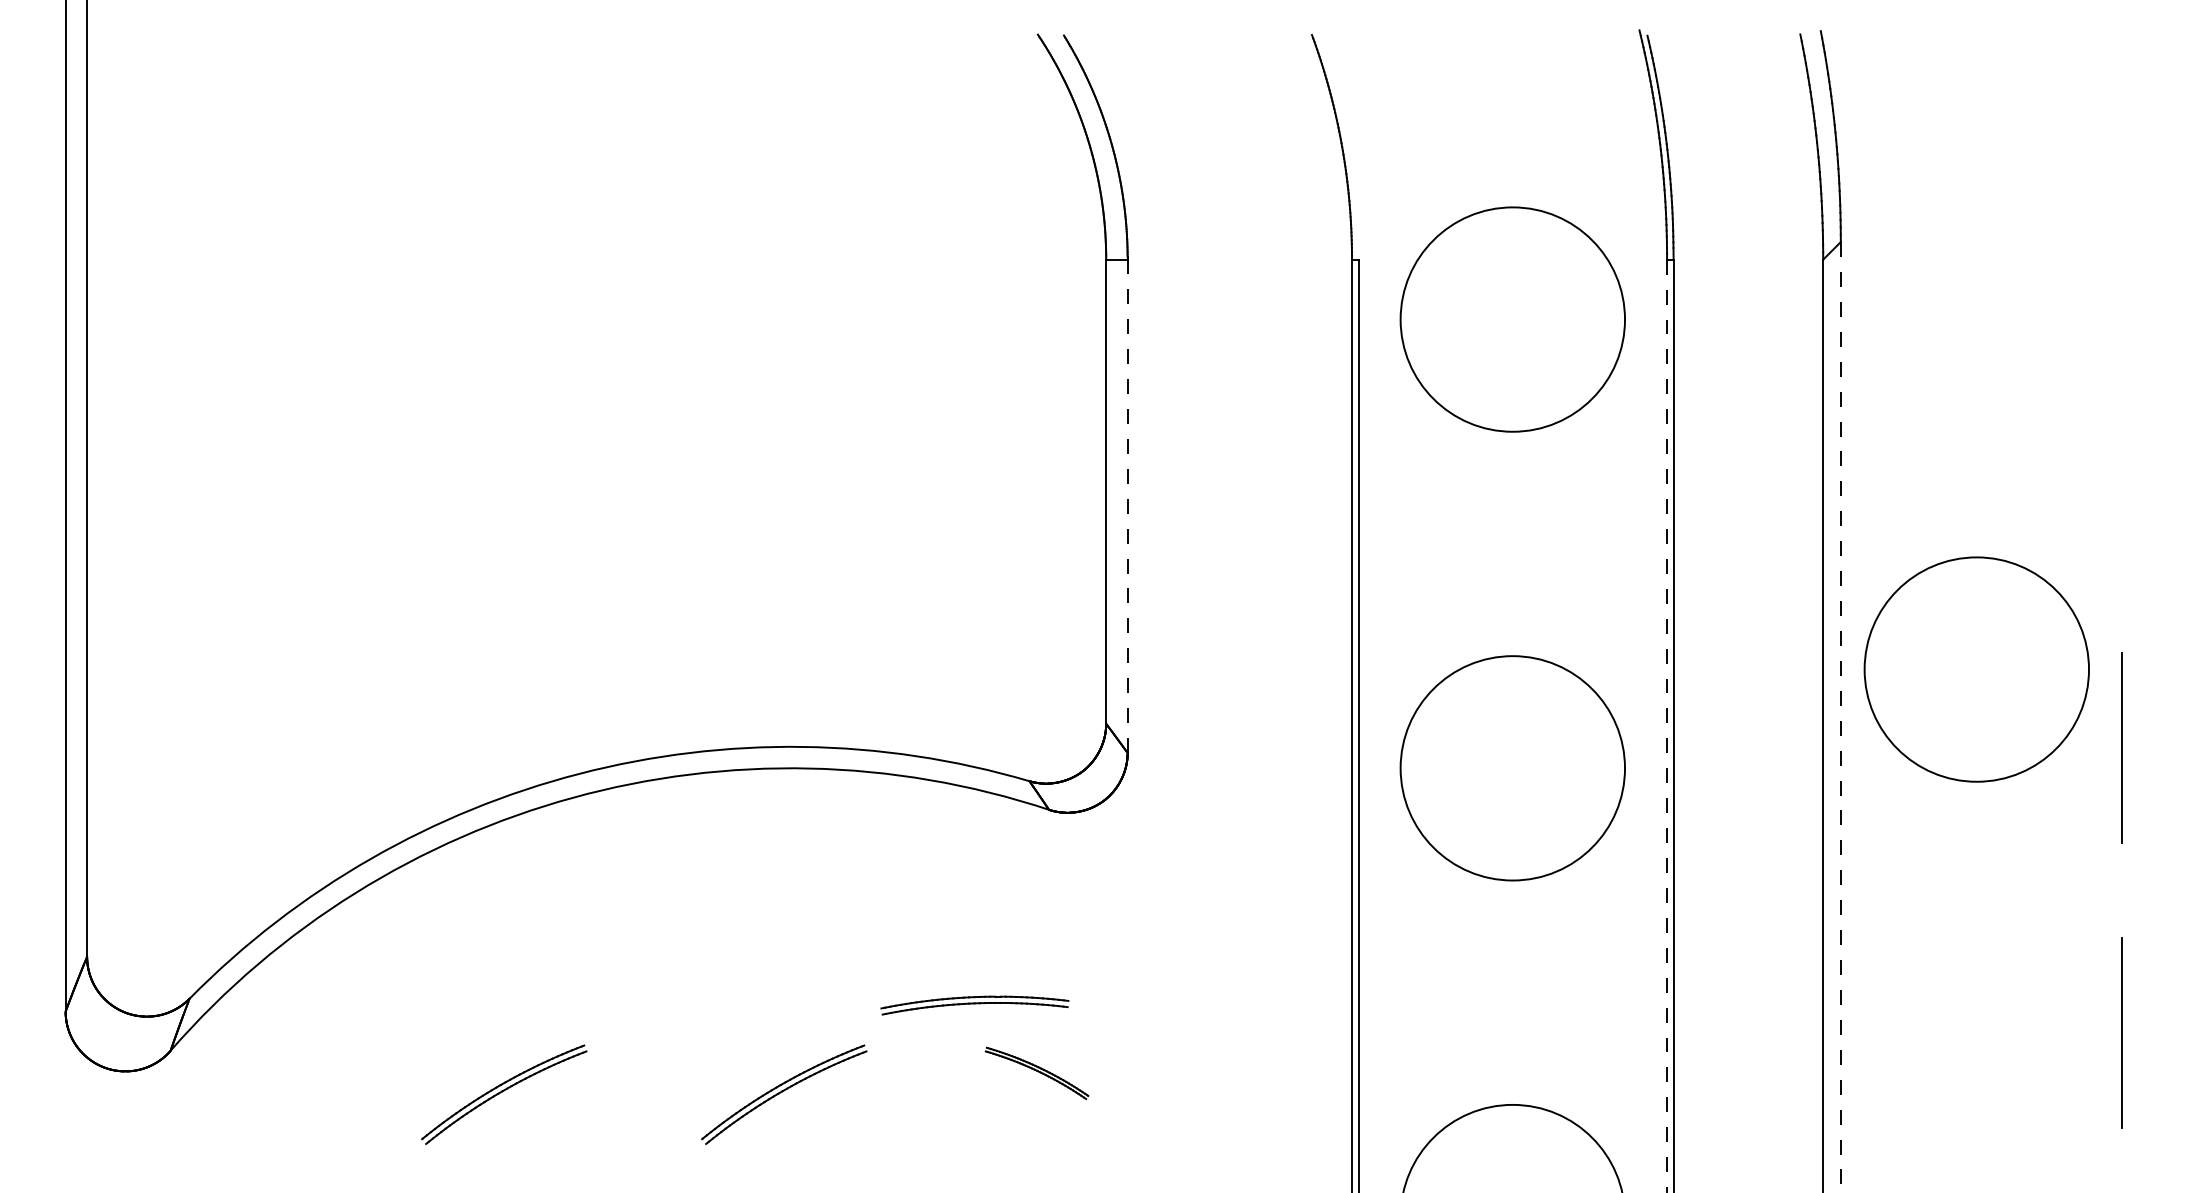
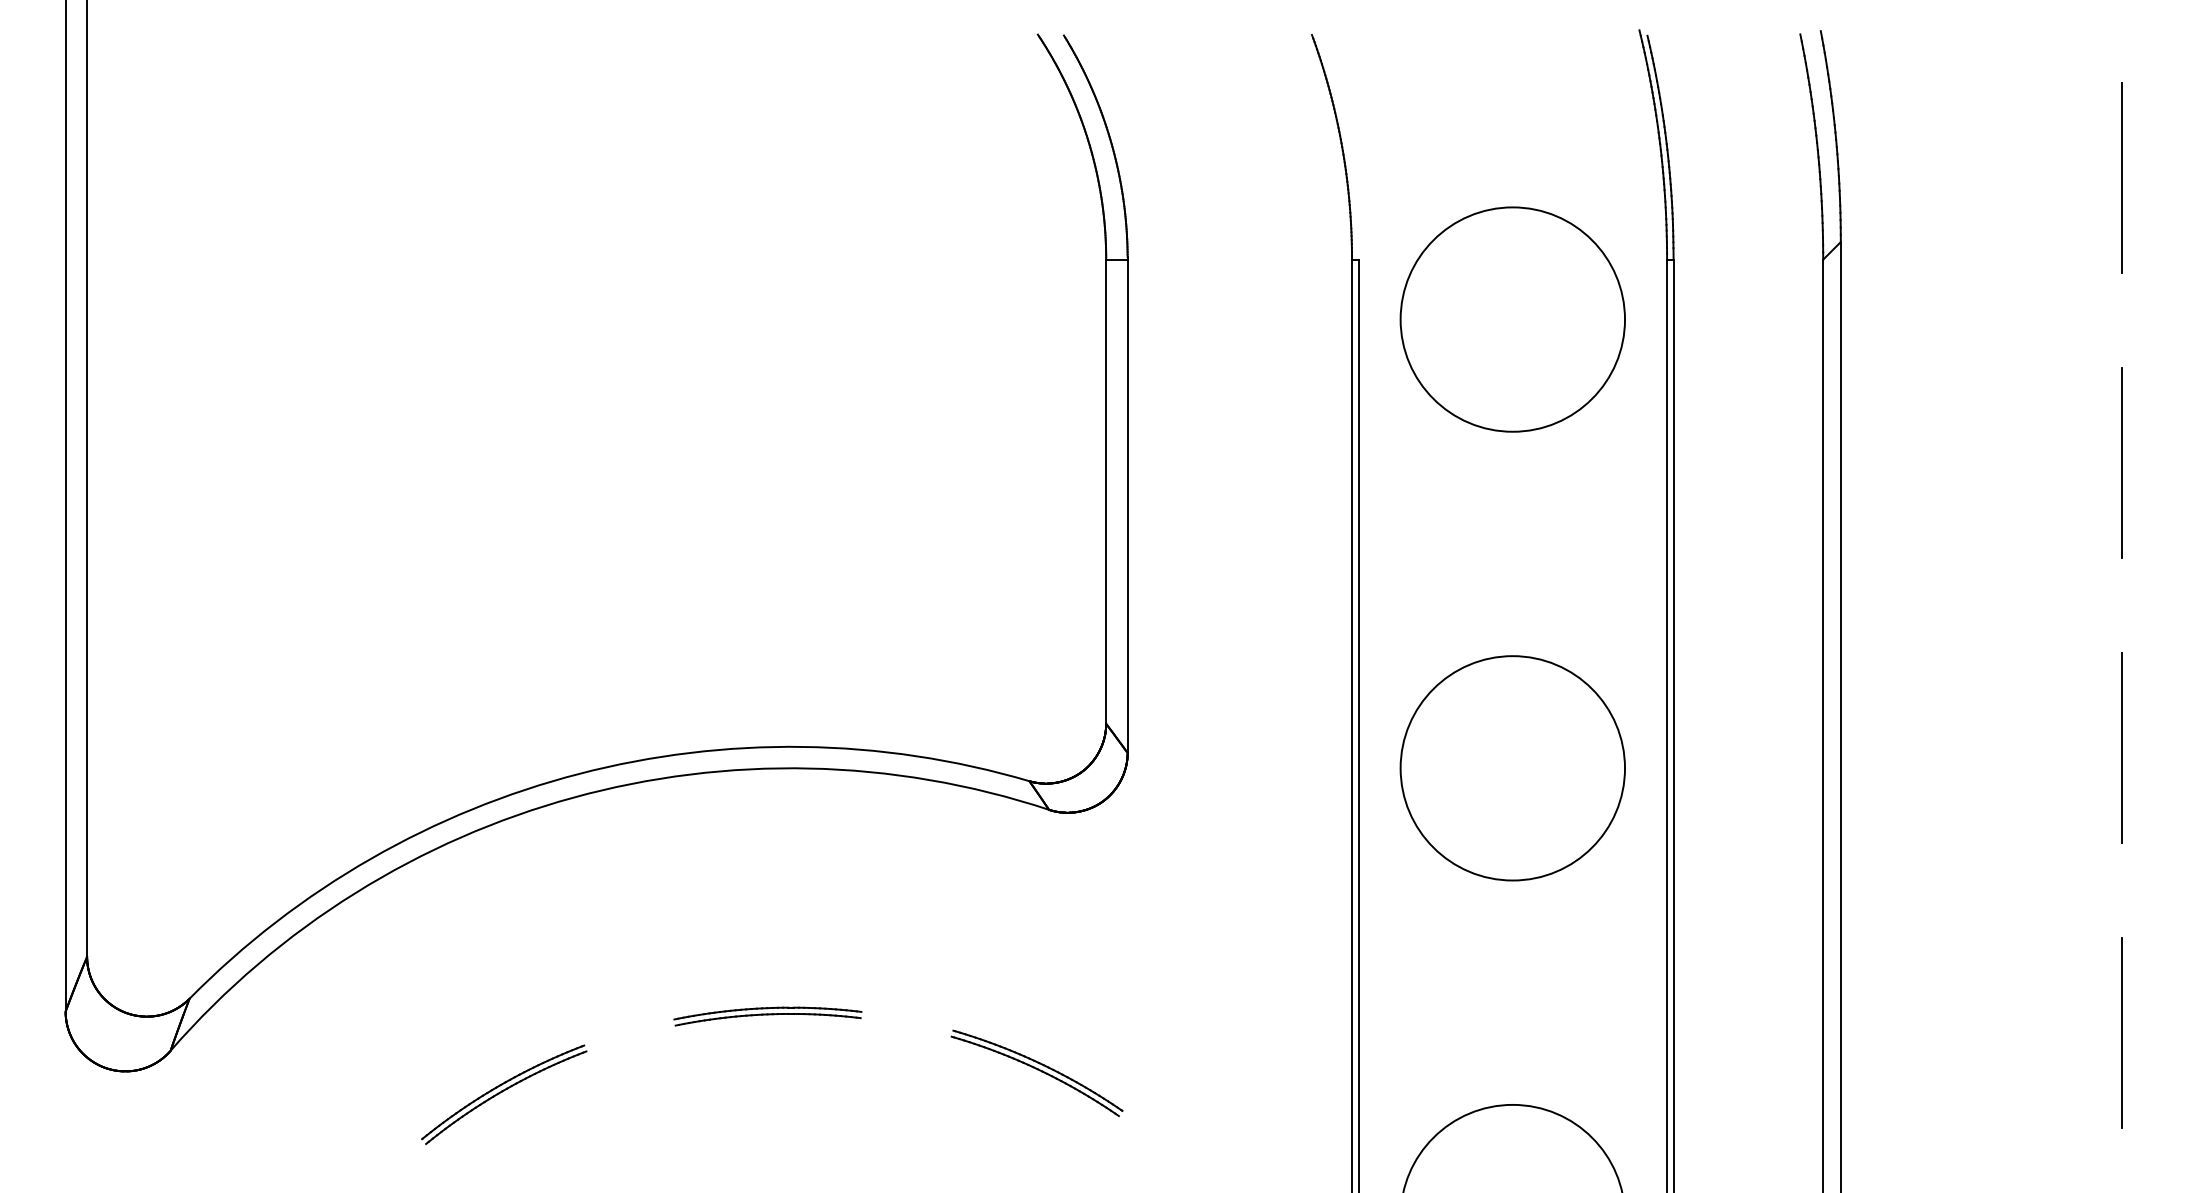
line at (2122, 178): none -> present
line at (2122, 463): none -> present
line at (1127, 506): dashed -> solid
circle at (1976, 669): present -> none
line at (1840, 717): dashed -> solid
line at (1667, 726): dashed -> solid
part at (974, 1005) position: (974, 1005) -> (767, 1016)
part at (1036, 1073) size: 106x55 px -> 174x89 px
part at (784, 1094): present -> none
